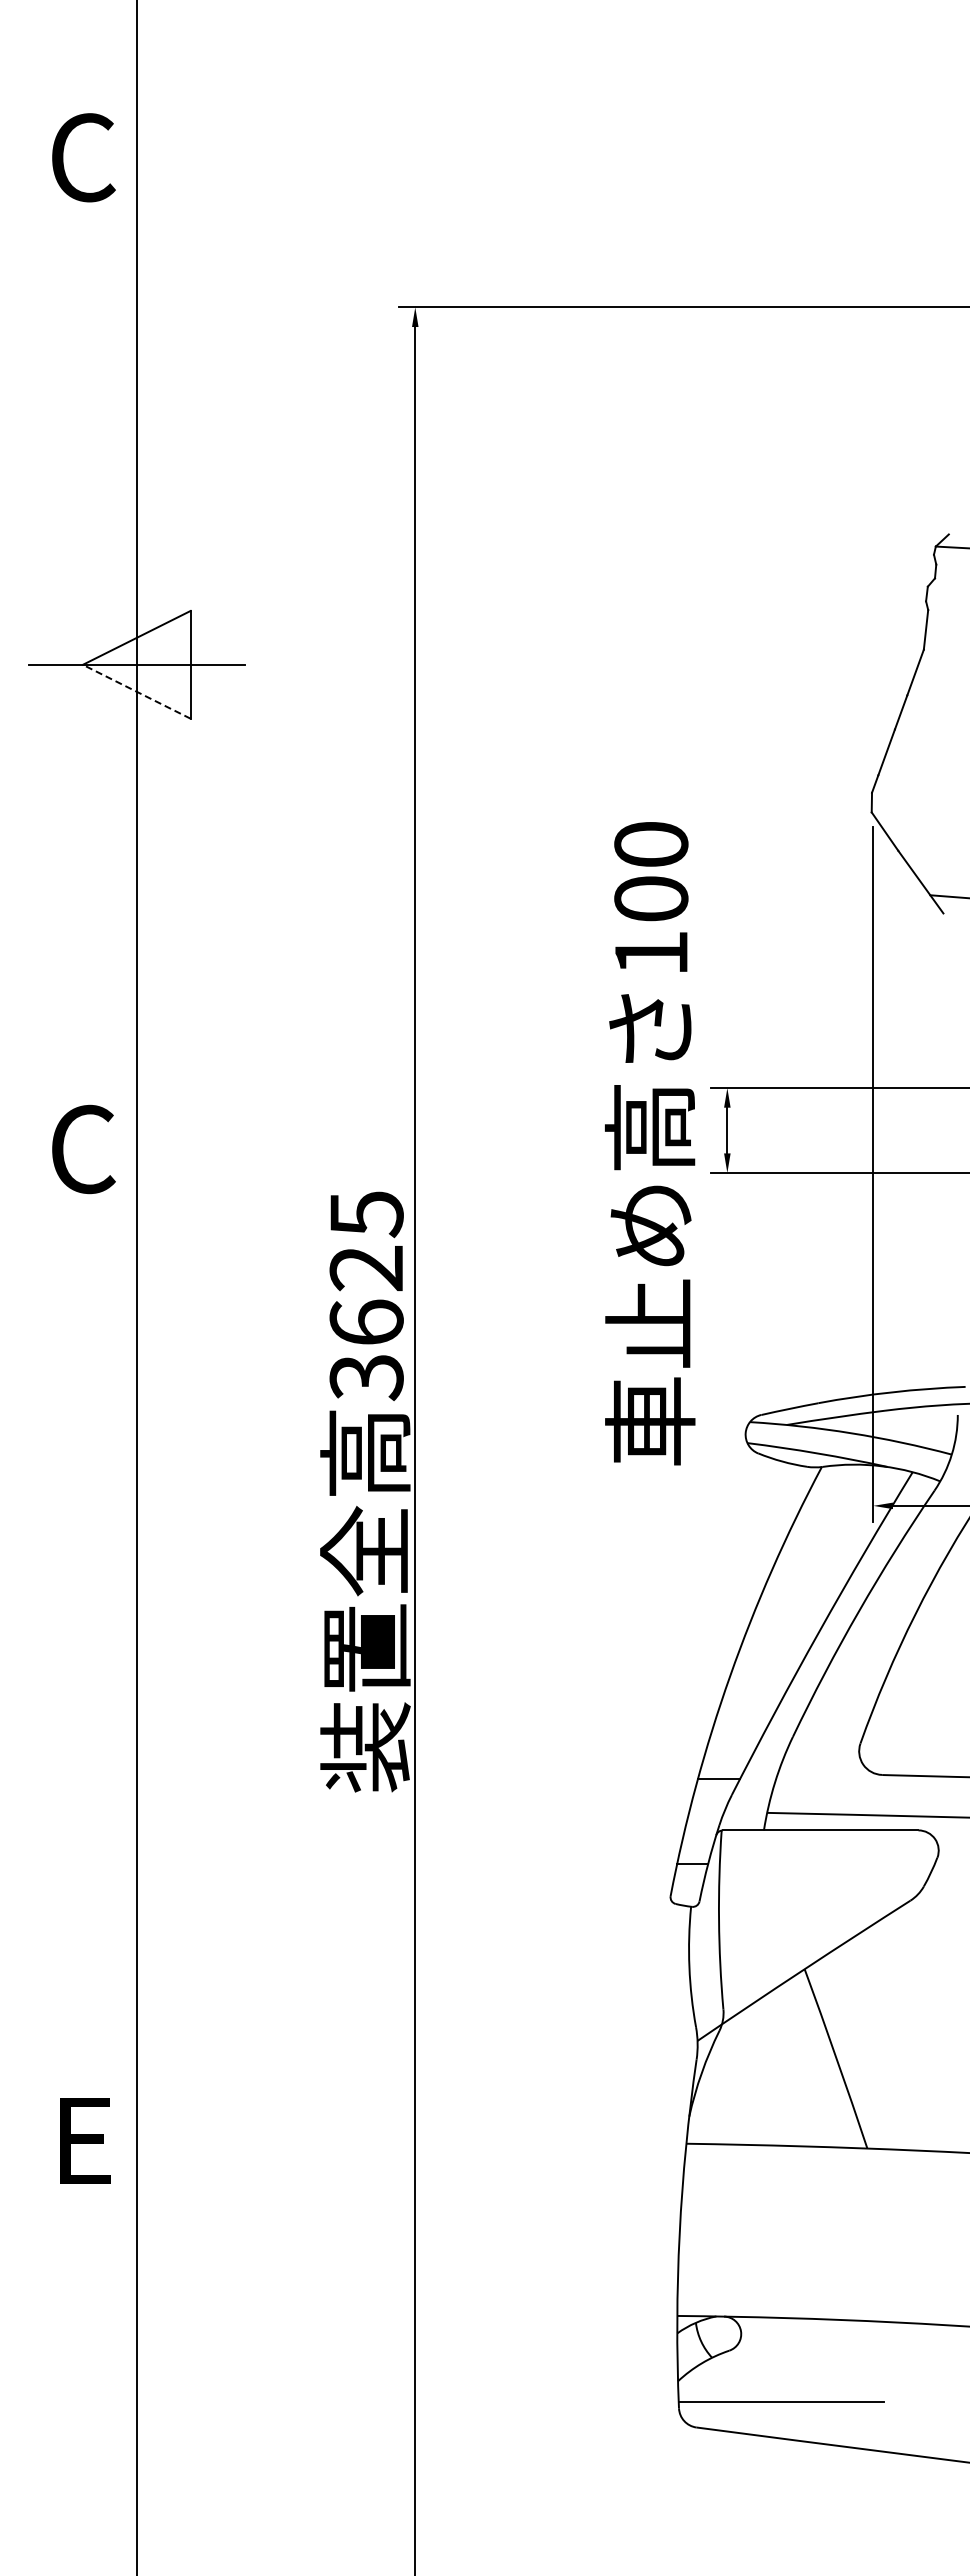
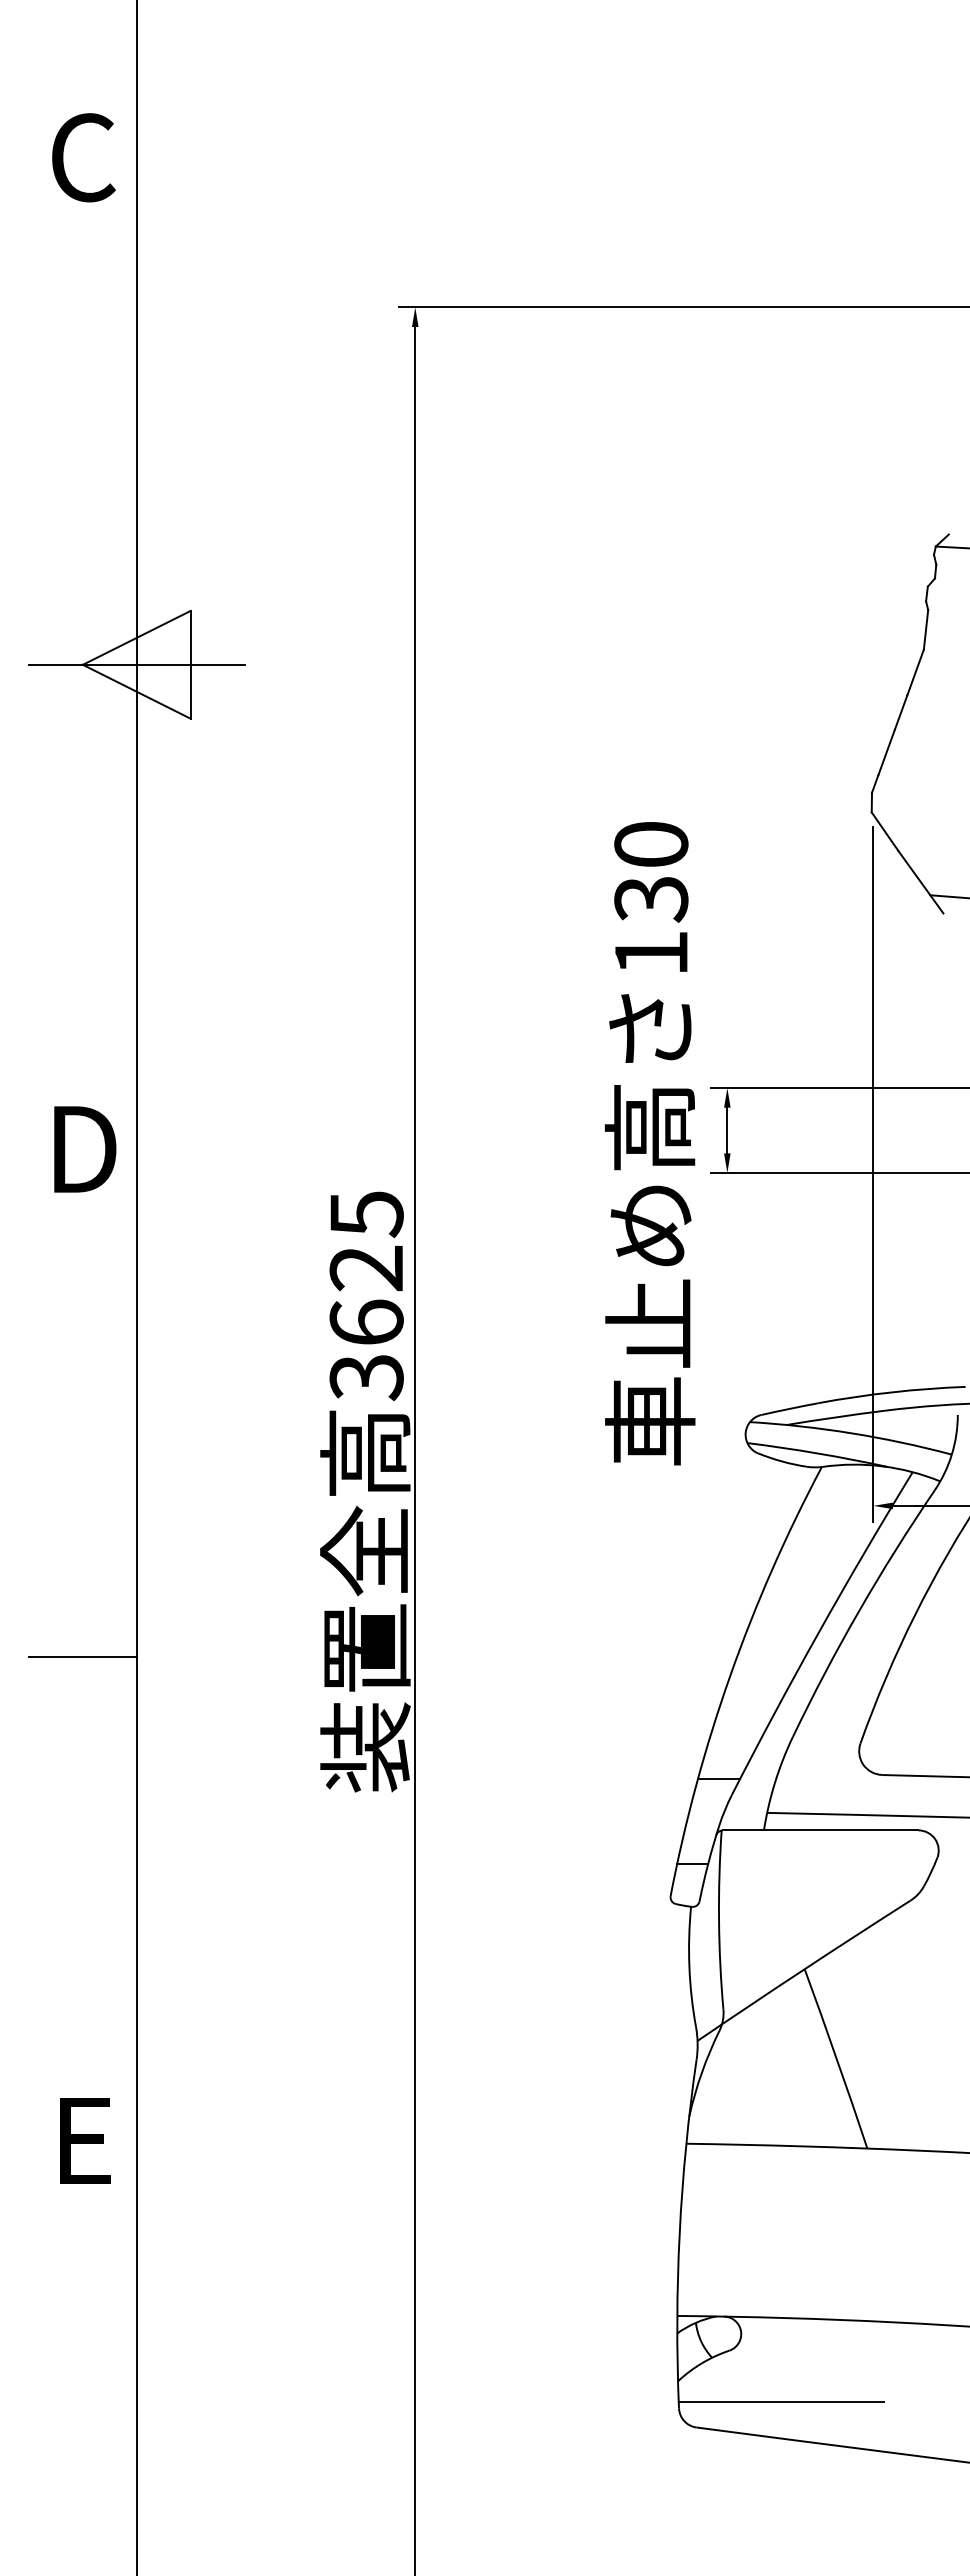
line at (136, 691): dashed -> solid
text at (651, 899): 100 -> 130
text at (84, 1149): C -> D
line at (82, 1656): none -> present
